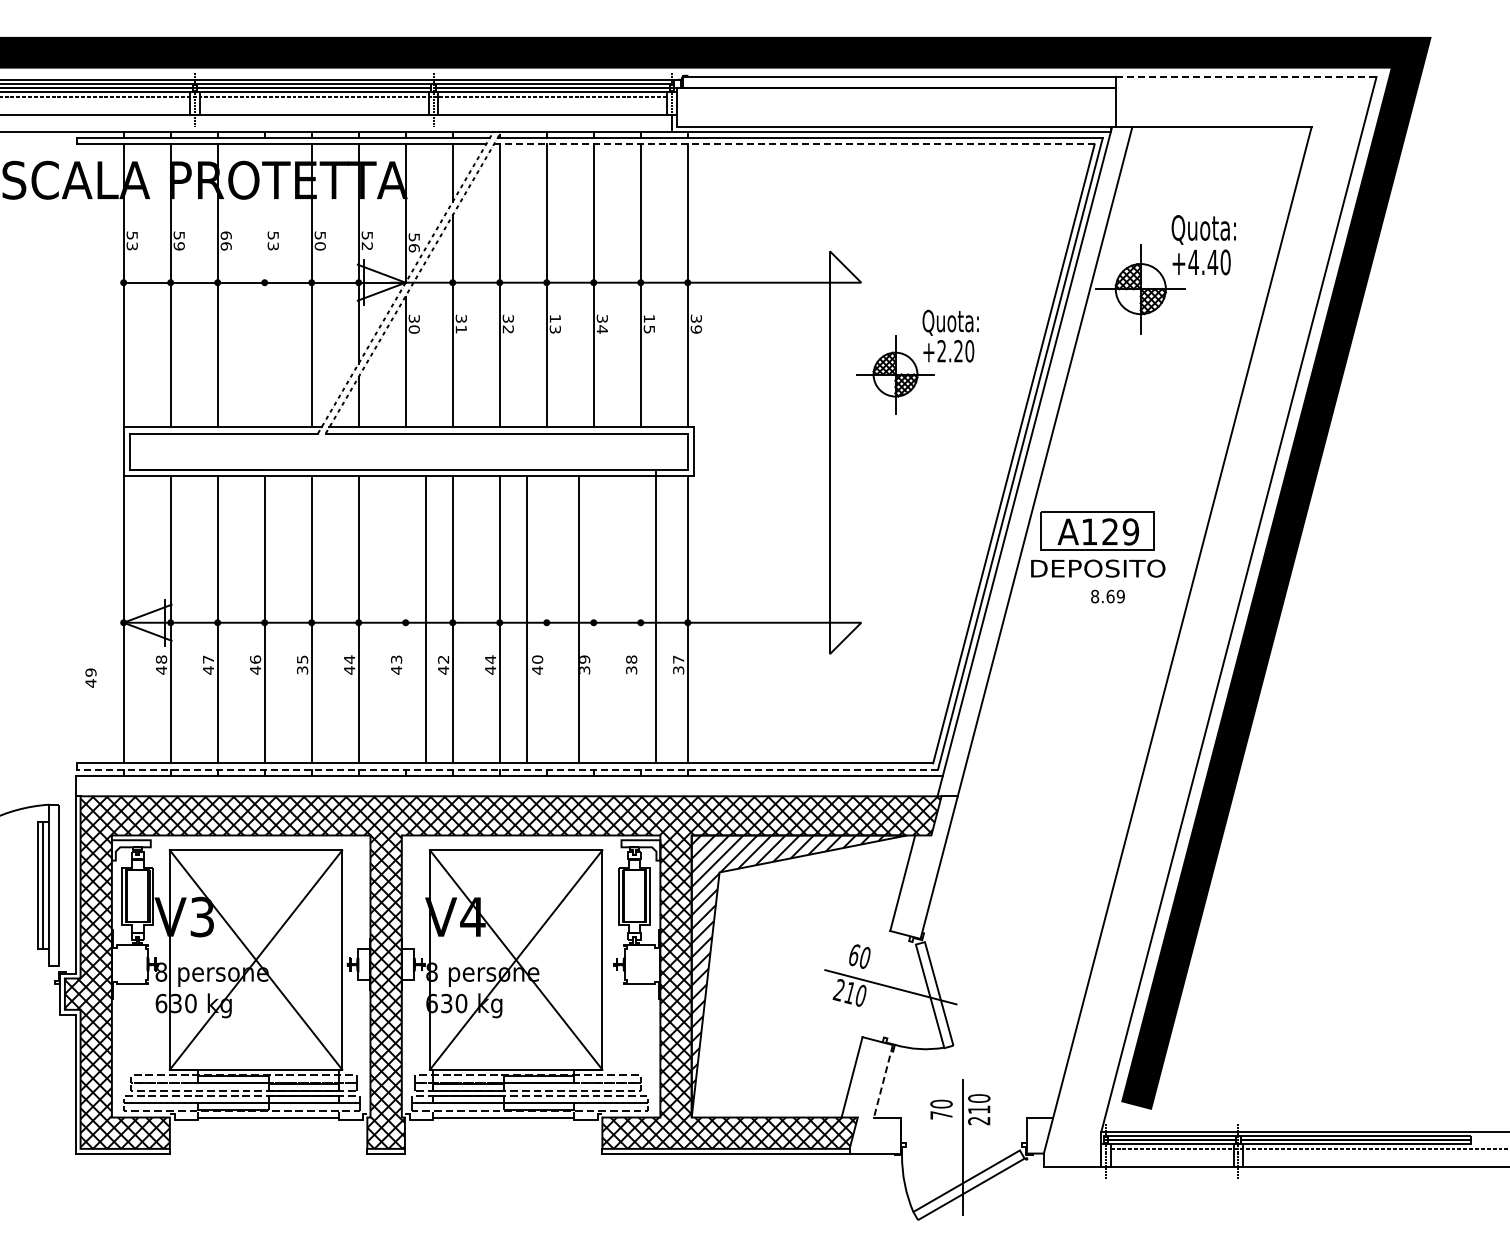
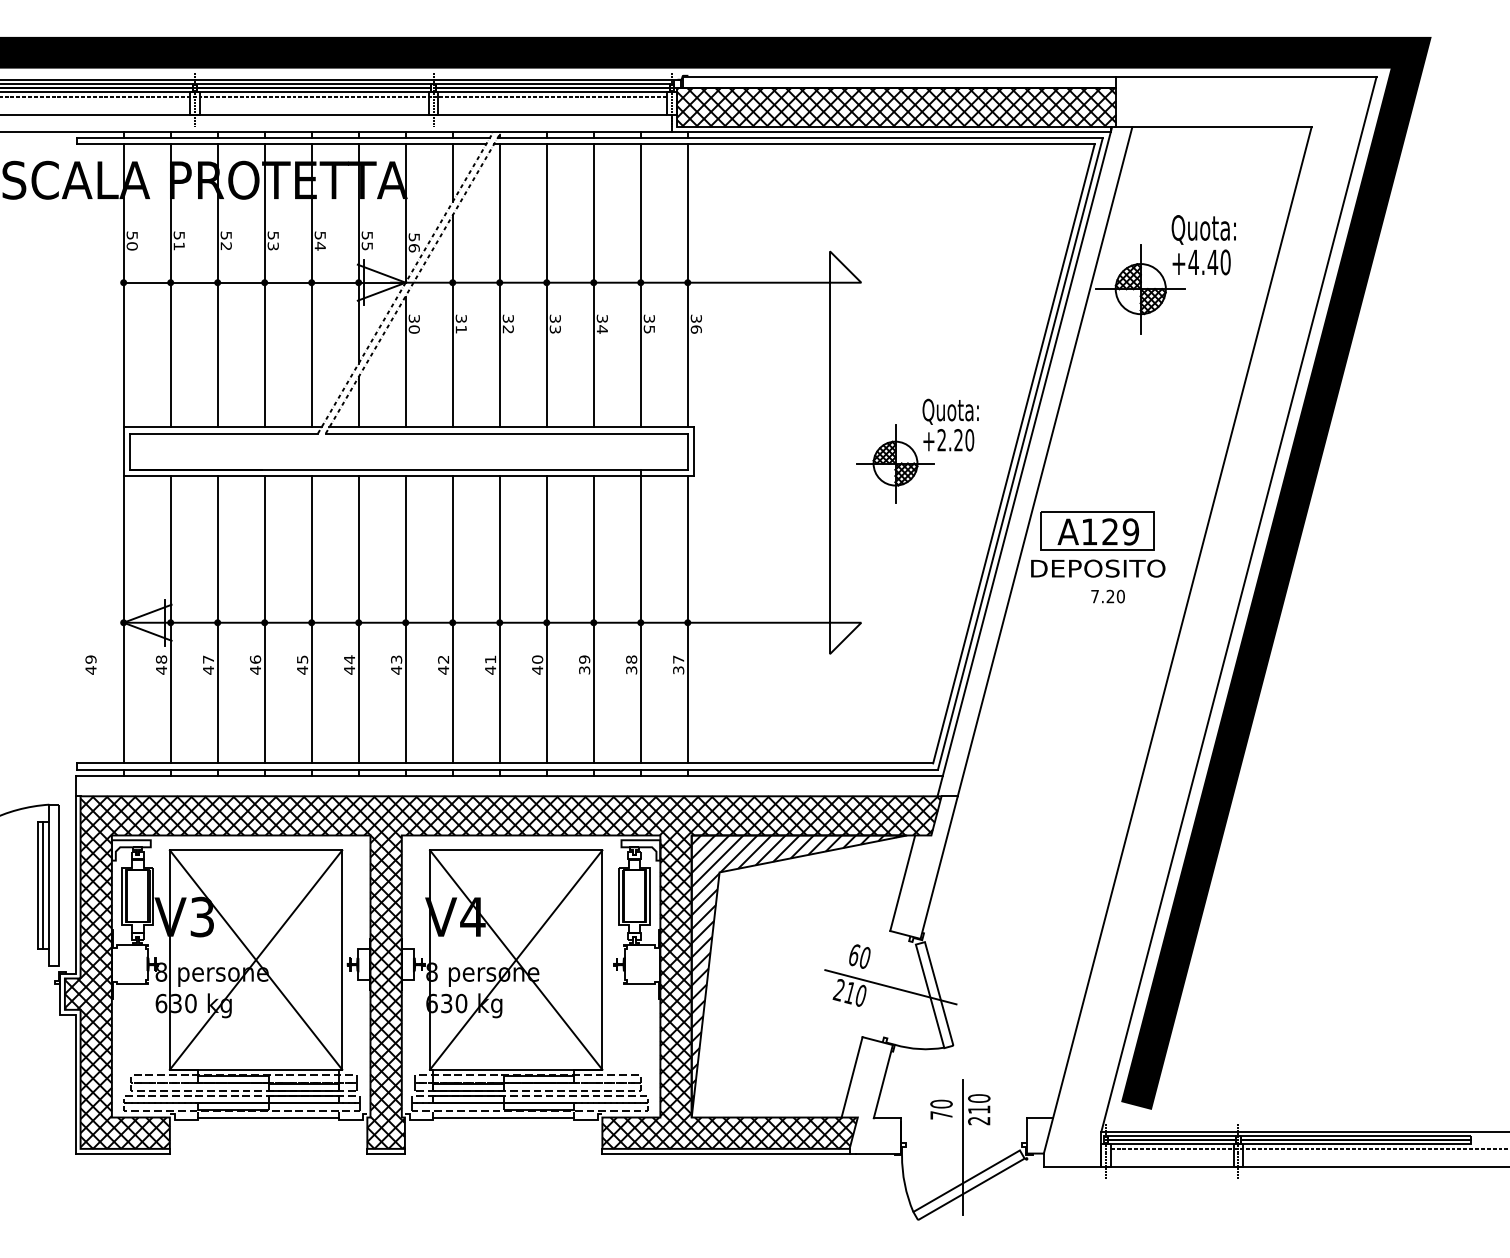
line at (1246, 77): dashed -> solid
hatch at (896, 107): none -> present
line at (794, 144): dashed -> solid
text at (225, 240): 66 -> 52
text at (319, 245): 50 -> 54
text at (131, 246): 53 -> 50
text at (178, 246): 59 -> 51
text at (366, 246): 52 -> 55
line at (264, 285): none -> present
text at (554, 318): 13 -> 33
text at (648, 318): 15 -> 35
text at (695, 329): 39 -> 36
part at (917, 361) position: (917, 361) -> (917, 450)
text at (1107, 596): 8.69 -> 7.20
line at (655, 616) position: (655, 616) -> (640, 616)
line at (425, 619) position: (425, 619) -> (405, 619)
line at (526, 619) position: (526, 619) -> (546, 619)
line at (578, 619) position: (578, 619) -> (593, 619)
text at (490, 659): 44 -> 41
text at (302, 670): 35 -> 45
text at (90, 677) position: (90, 677) -> (90, 664)
line at (507, 769): dashed -> solid
line at (883, 1081): dashed -> solid
